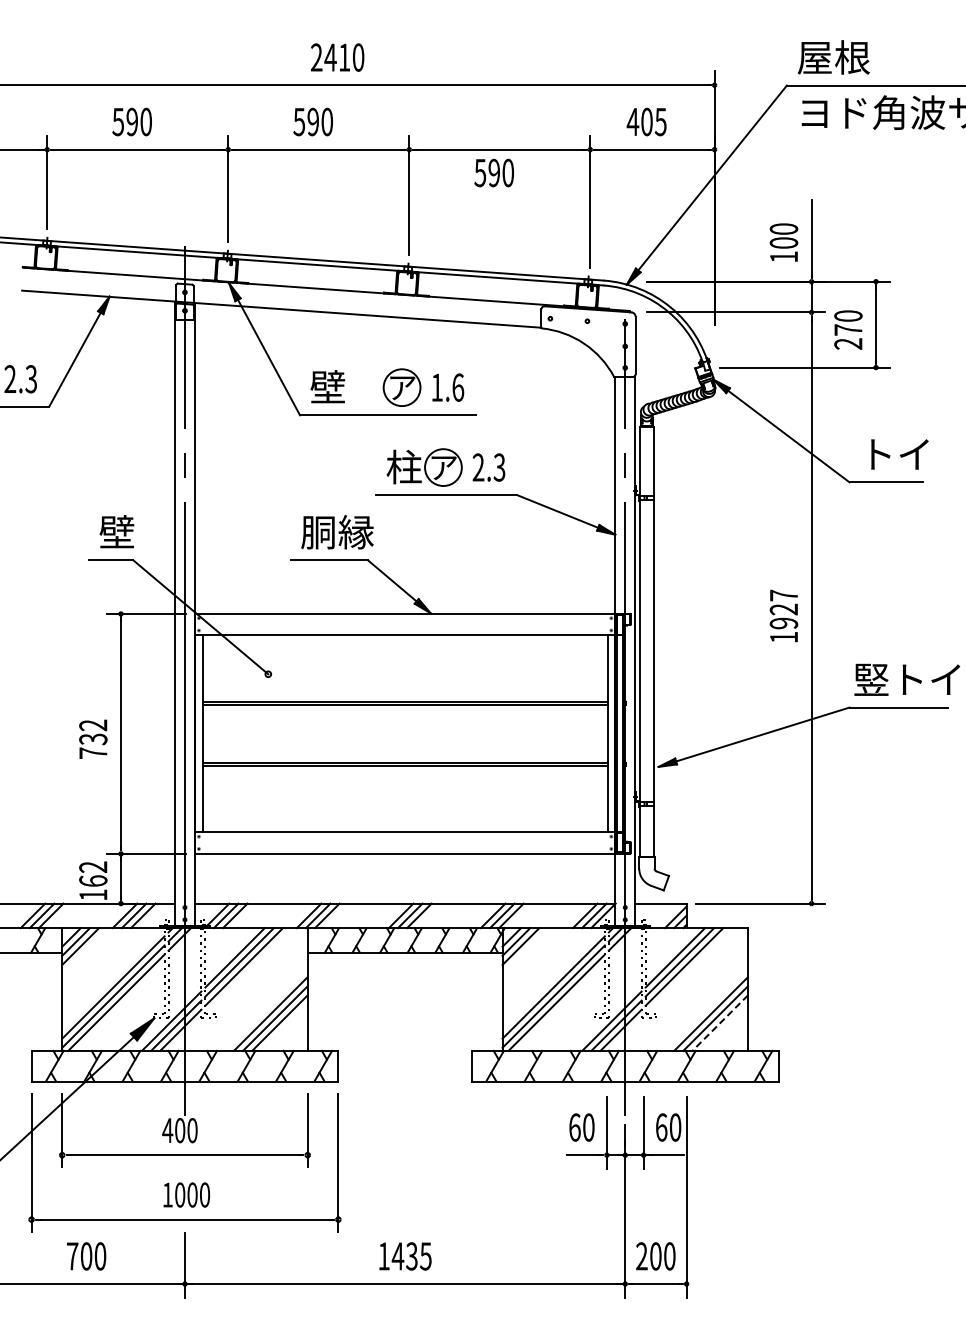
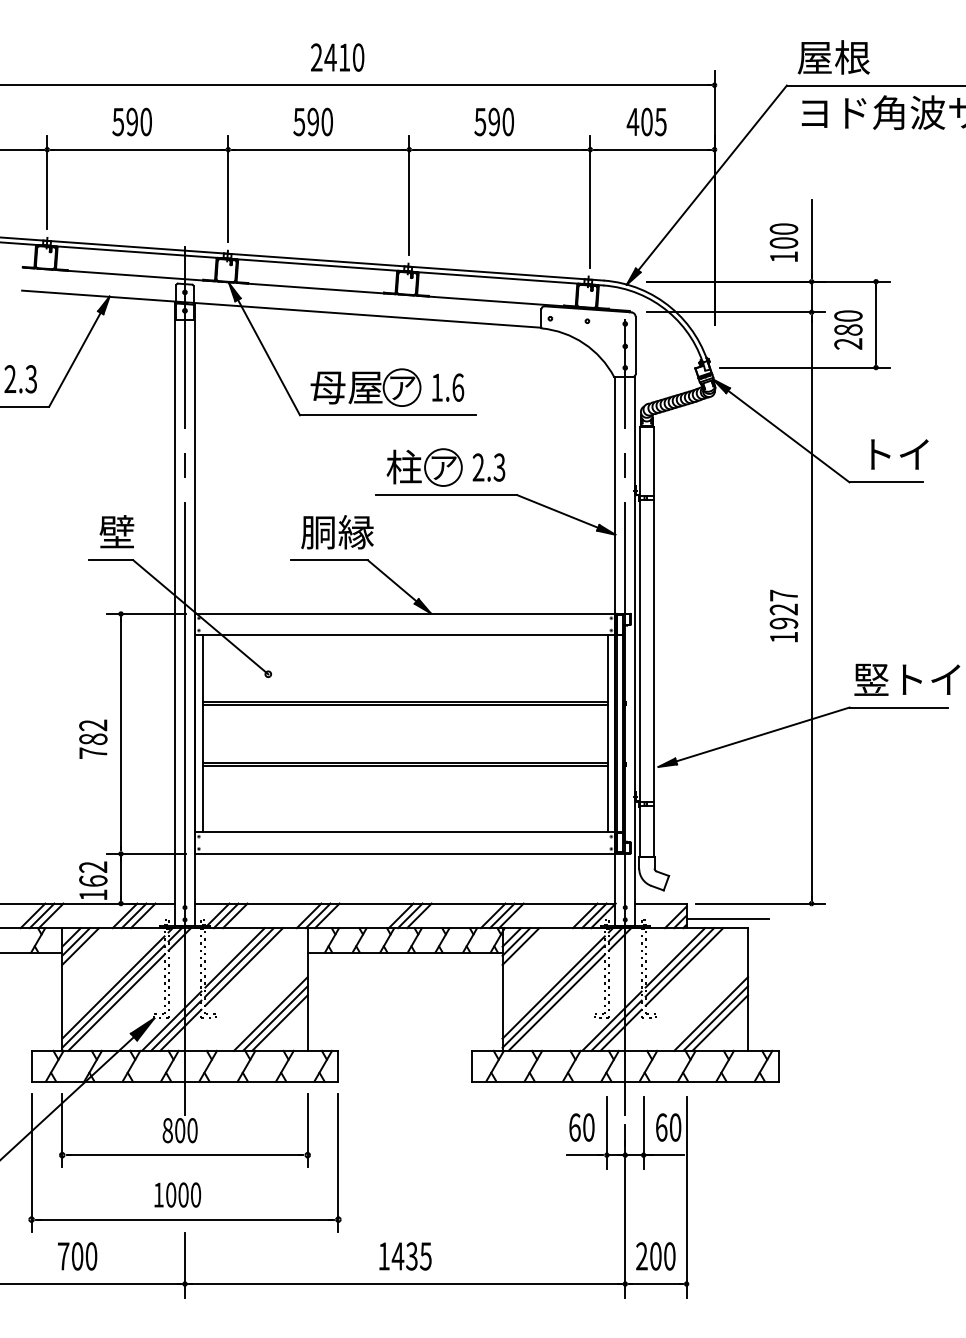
text at (493, 172) position: (493, 172) -> (493, 121)
text at (848, 329): 270 -> 280
text at (346, 387): 壁 -> 母屋
text at (93, 739): 732 -> 782
line at (727, 918): none -> present
line at (719, 1023): dashed -> solid
text at (167, 1130): 400 -> 800
text at (186, 1194) position: (186, 1194) -> (177, 1194)
text at (86, 1256) position: (86, 1256) -> (77, 1256)
